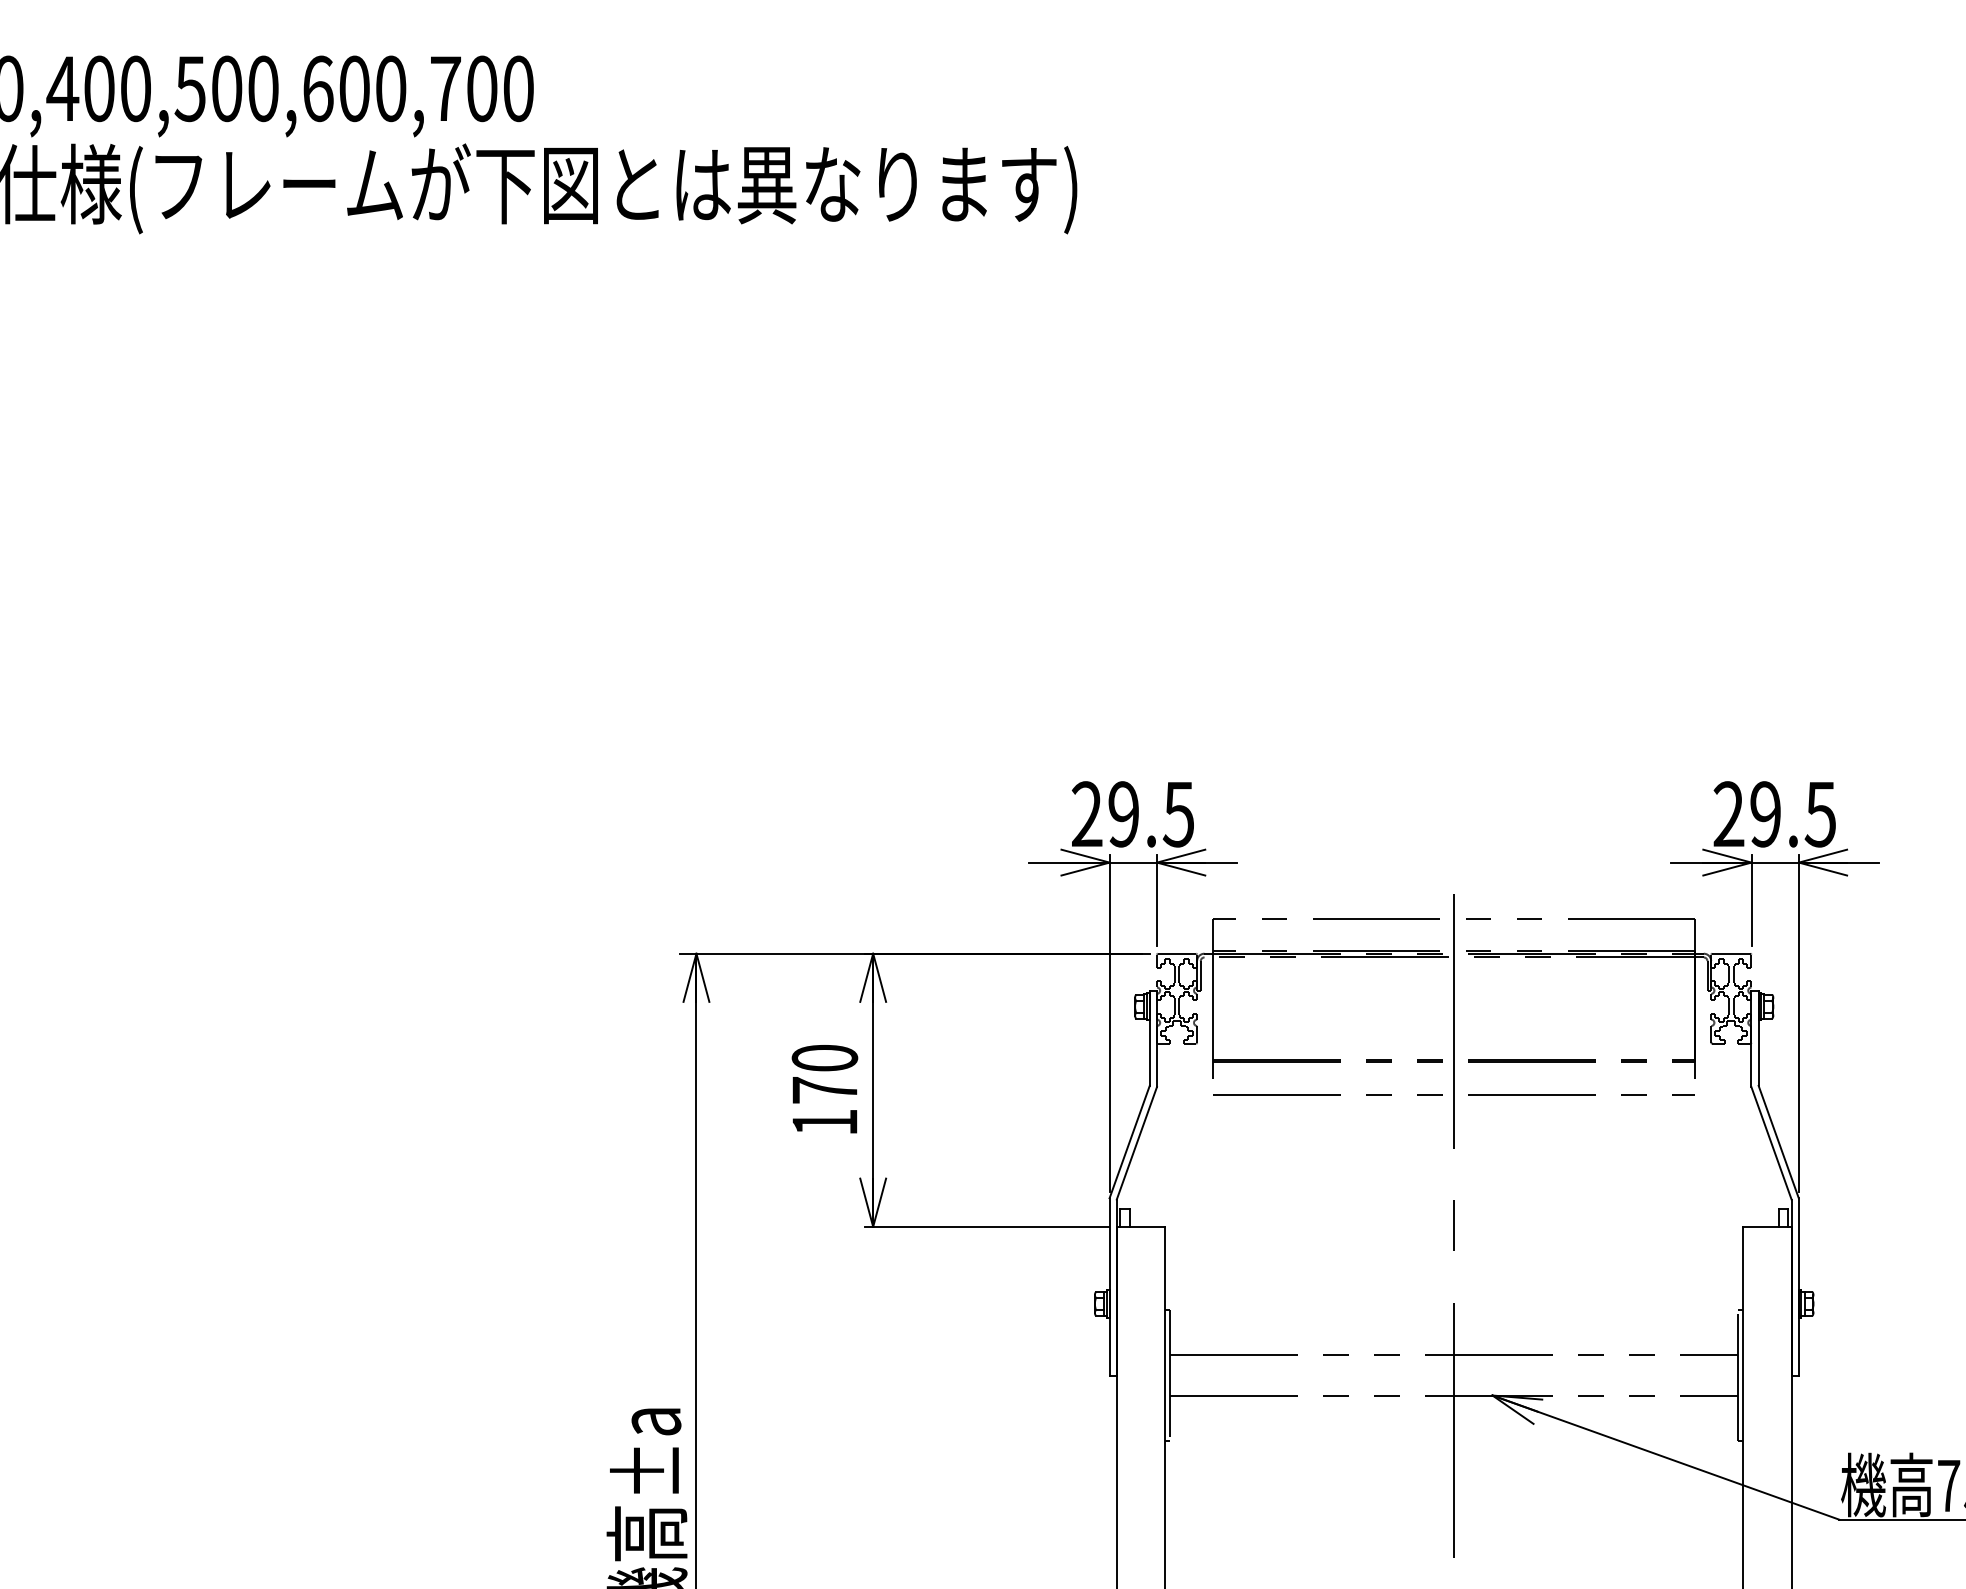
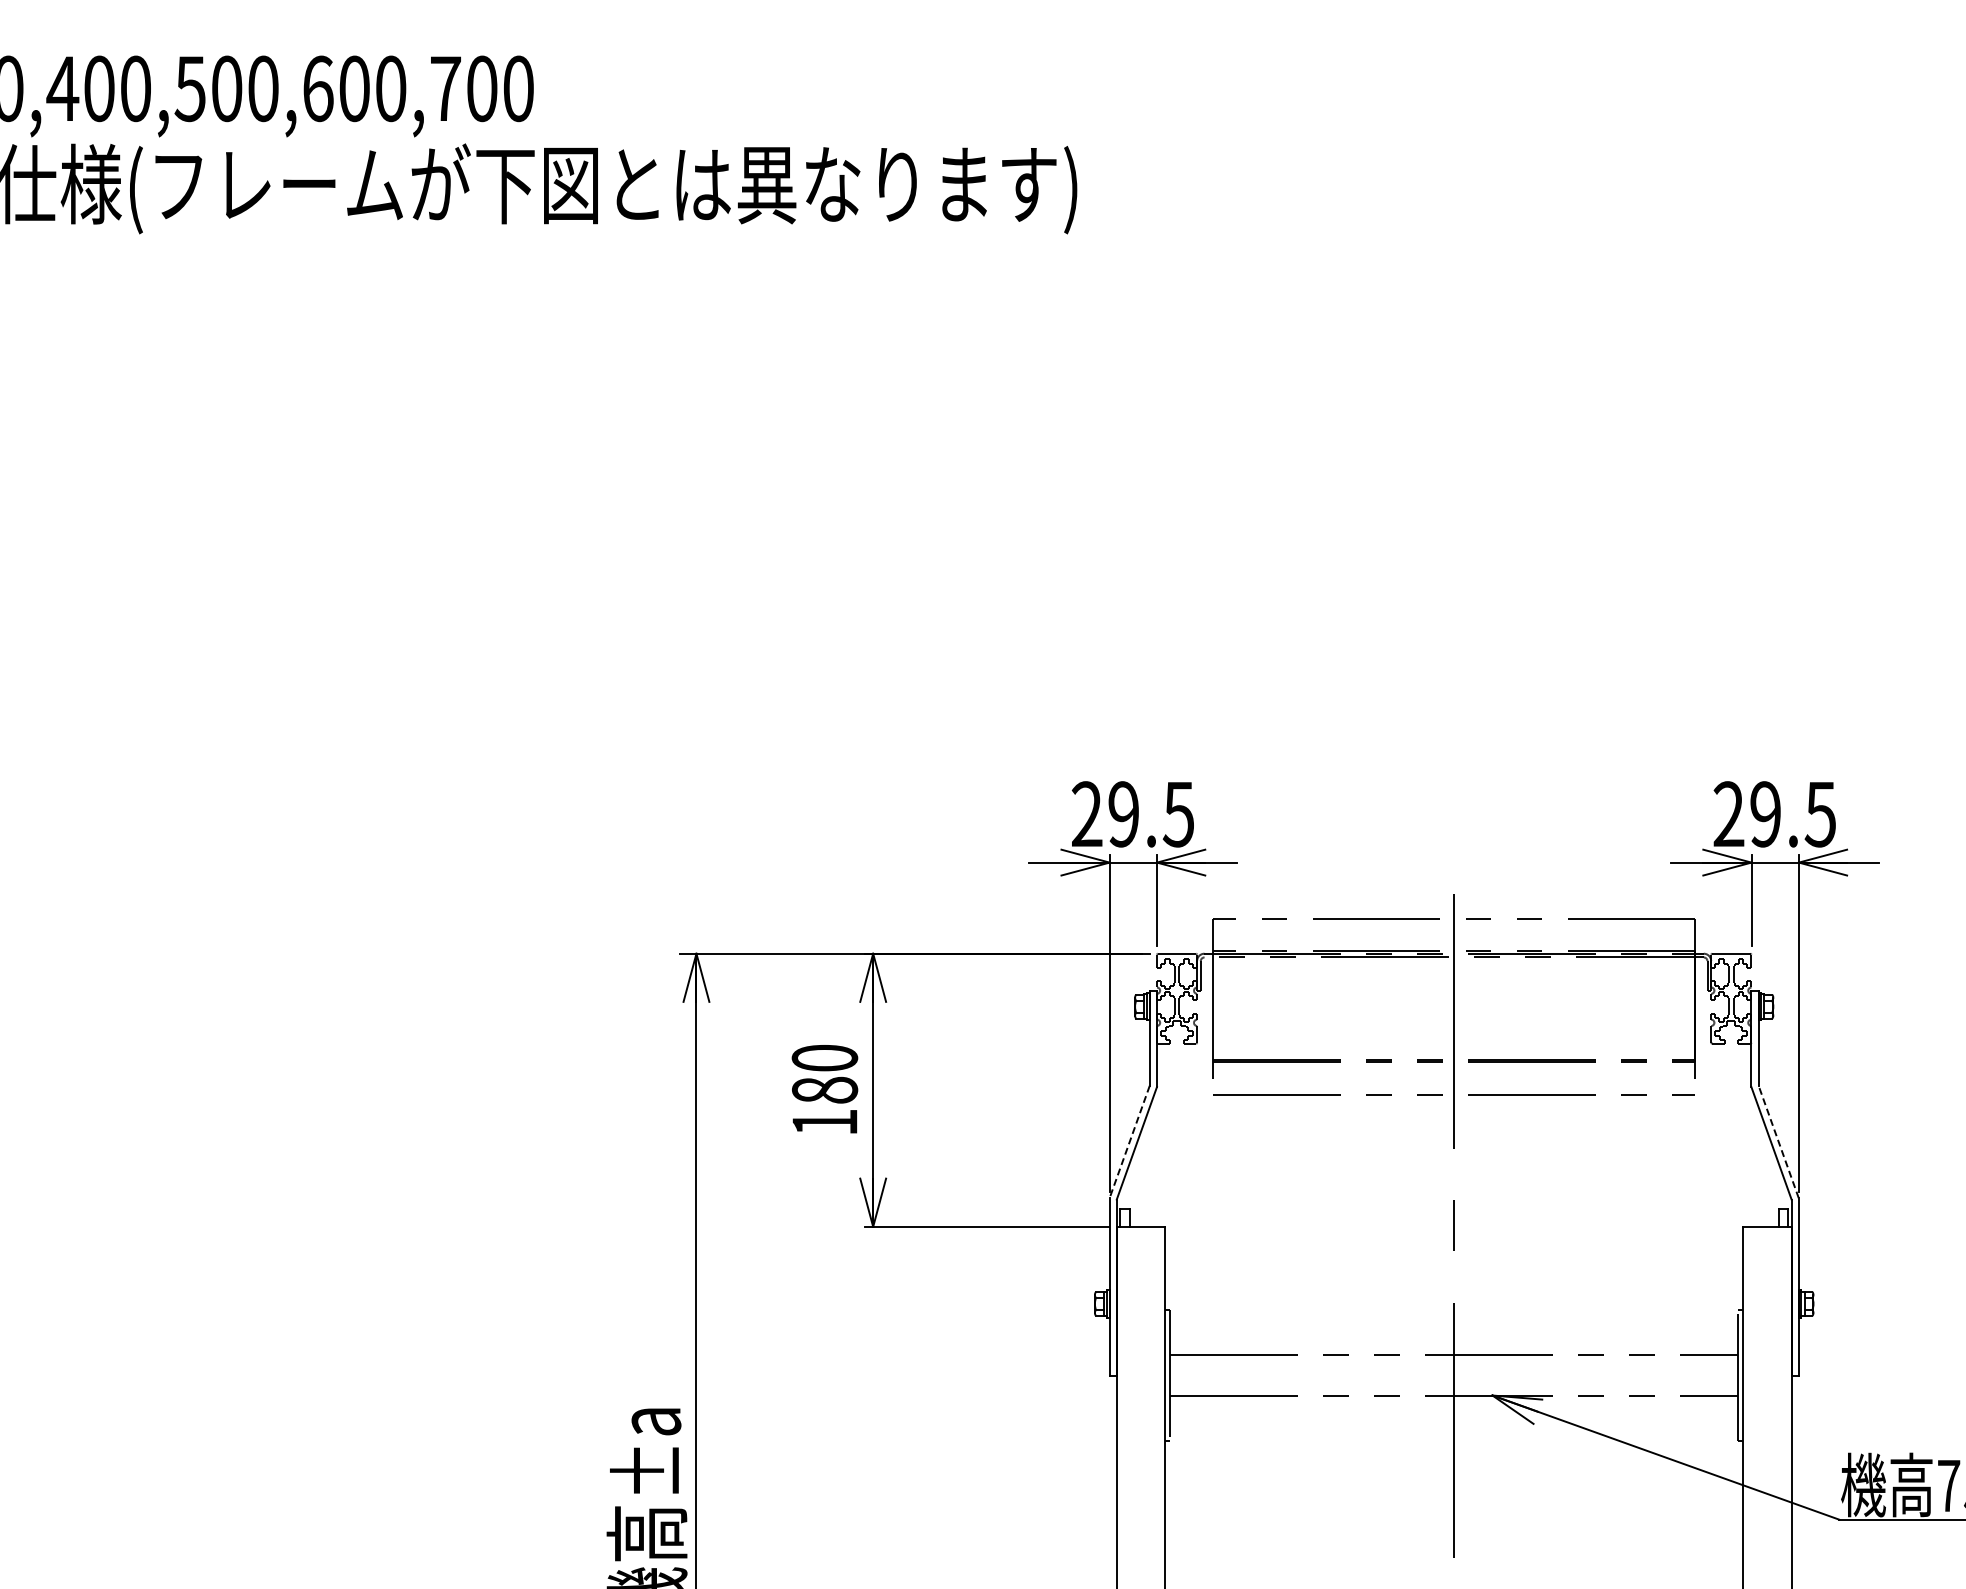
text at (825, 1089): 170 -> 180
line at (1129, 1142): solid -> dashed
line at (1778, 1142): solid -> dashed
